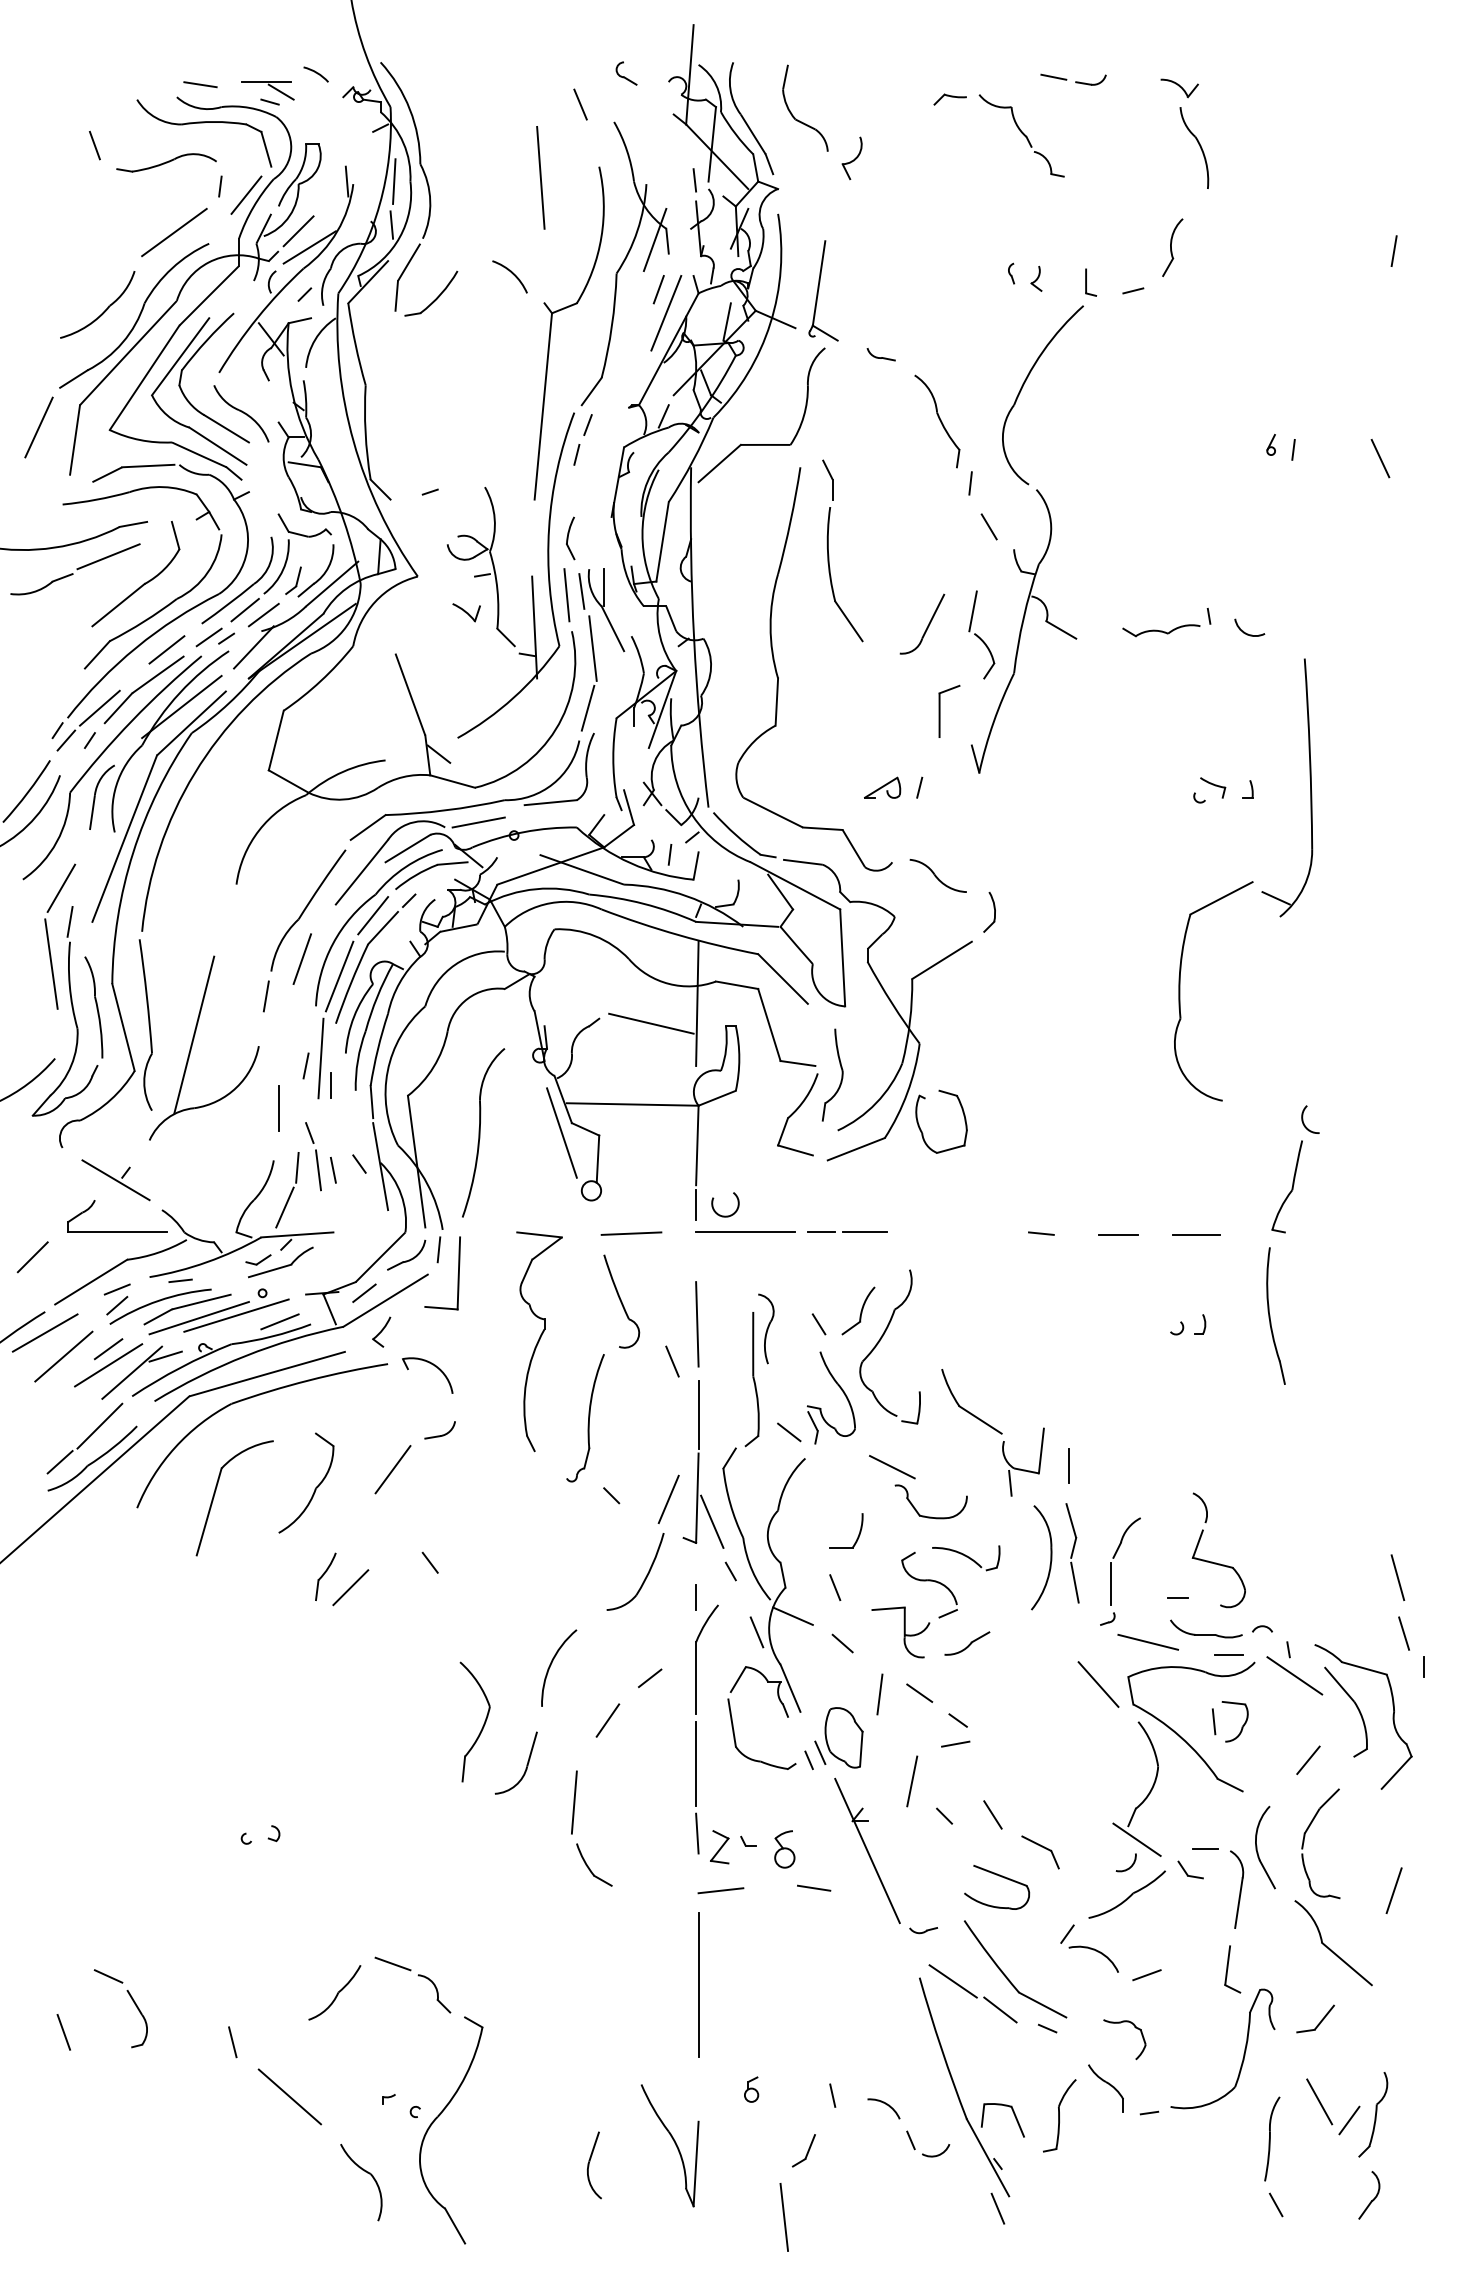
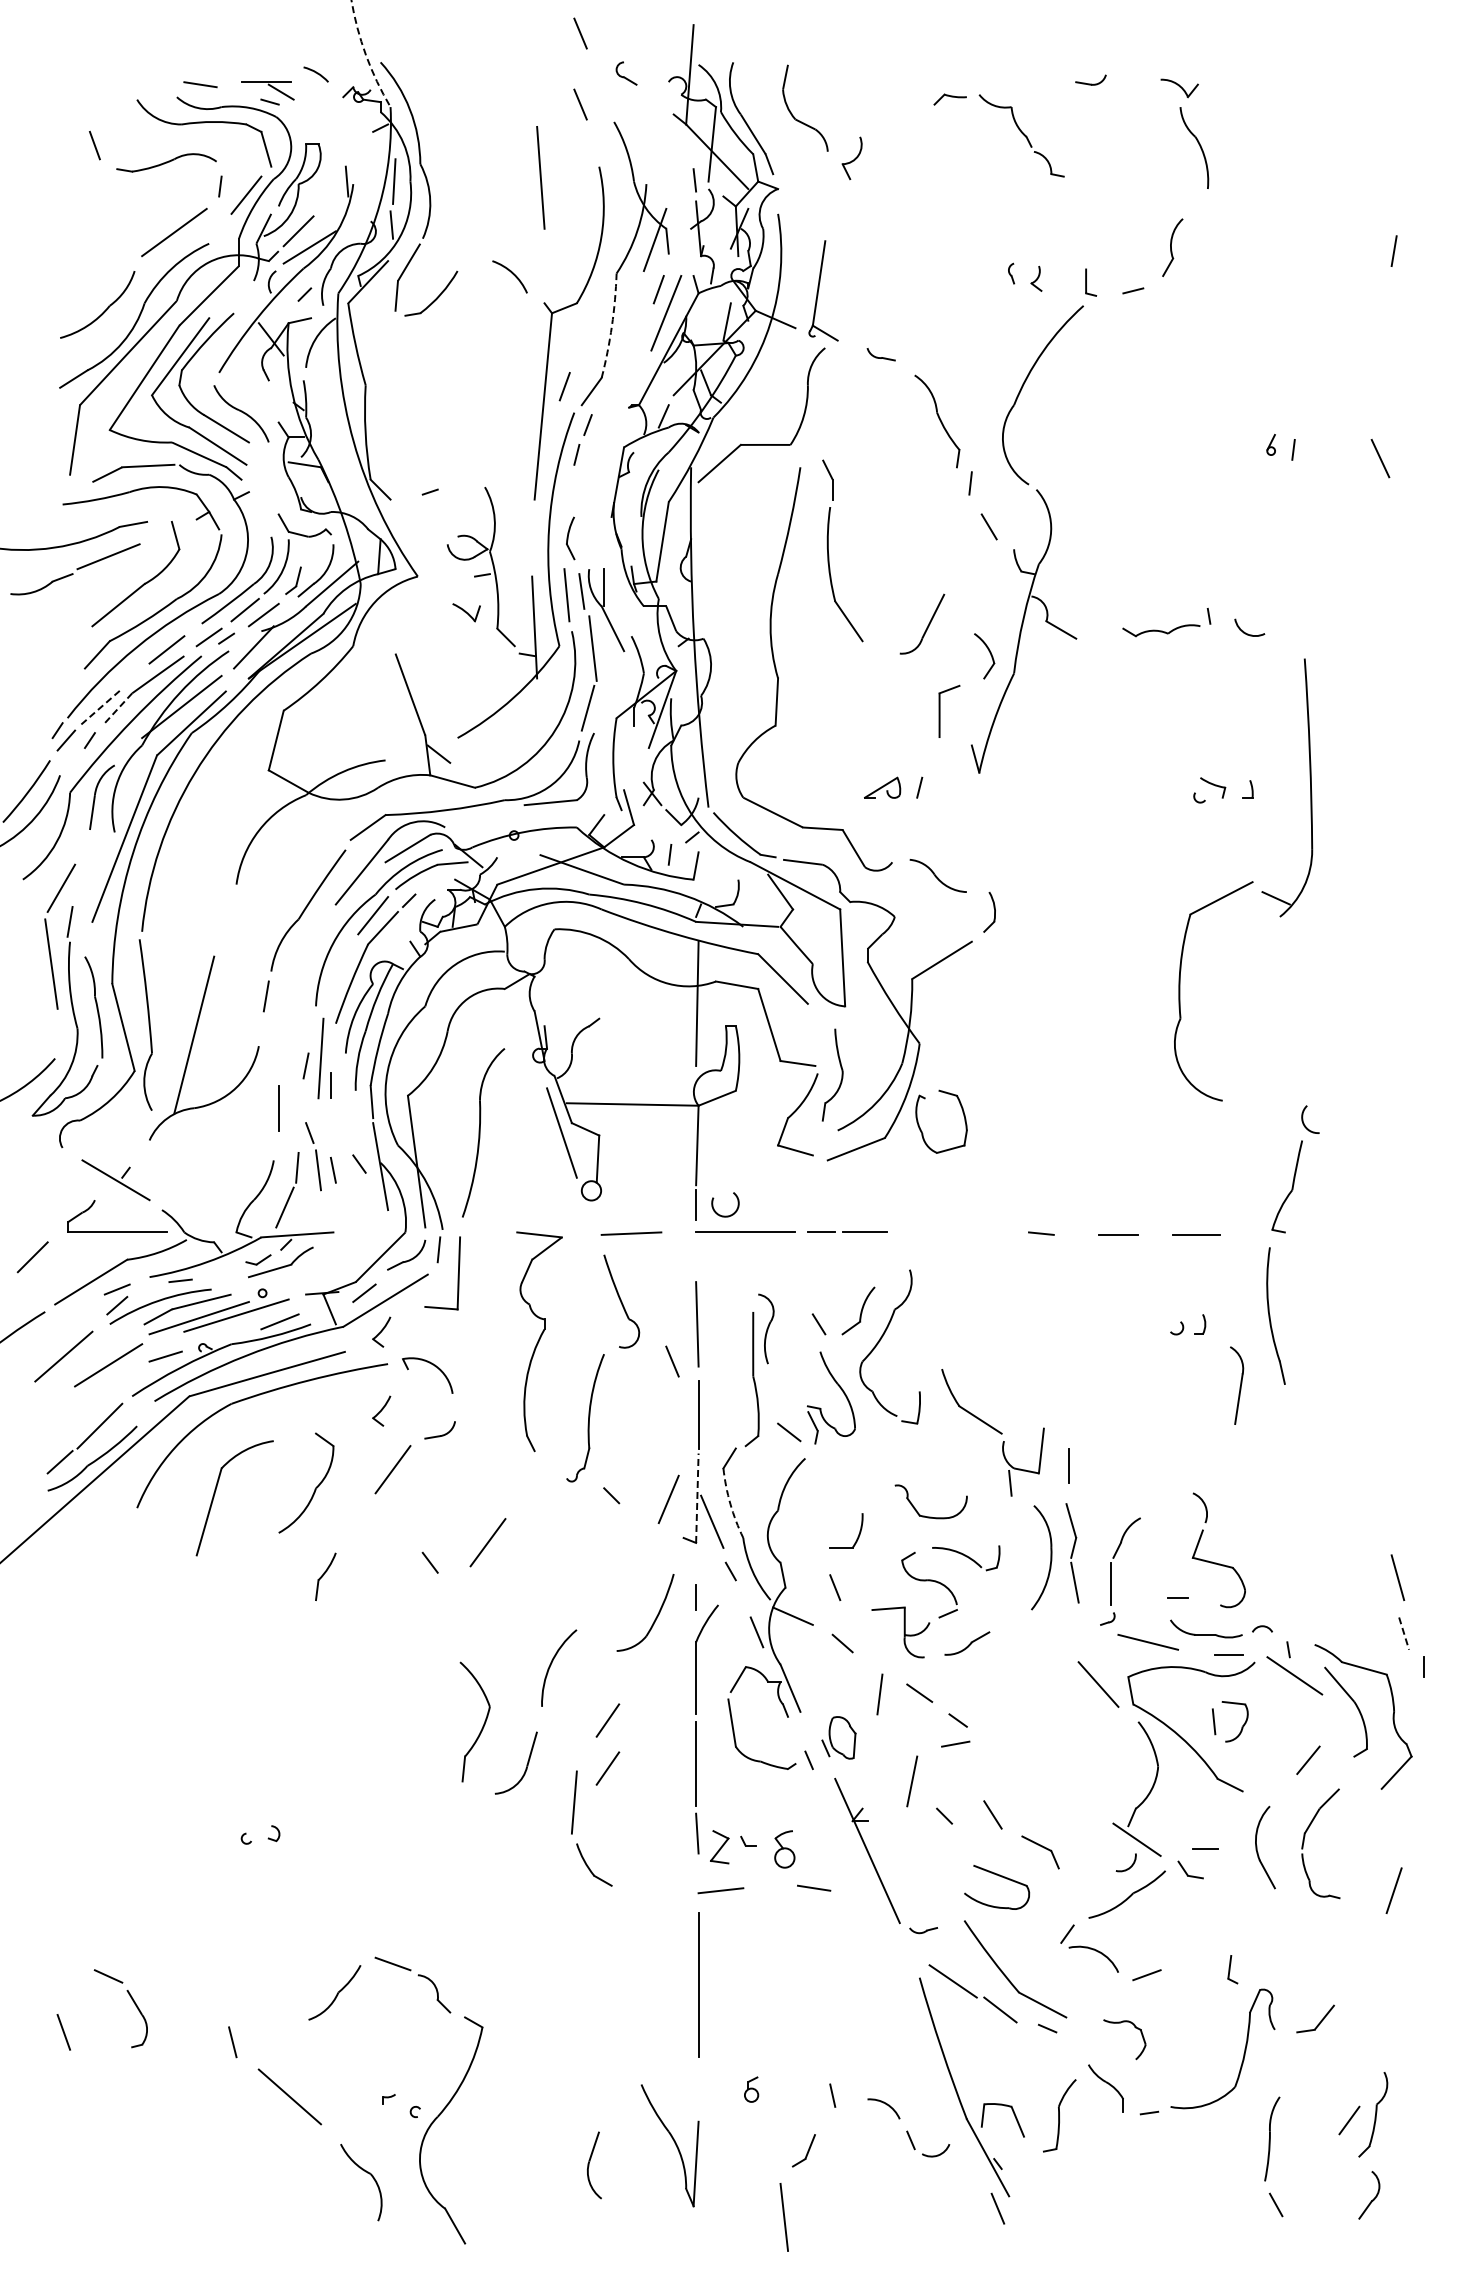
line at (580, 33): none -> present
arc at (365, 55): solid -> dashed
line at (1053, 76): present -> none
arc at (611, 326): solid -> dashed
line at (564, 386): none -> present
line at (38, 427): present -> none
line at (972, 611): present -> none
line at (99, 708): solid -> dashed
line at (118, 708): solid -> dashed
line at (478, 822): present -> none
line at (302, 959): present -> none
line at (339, 976): present -> none
line at (651, 1023): present -> none
line at (44, 1332): present -> none
line at (108, 1349): present -> none
line at (132, 1372): present -> none
part at (381, 1410): none -> present
line at (892, 1467): present -> none
line at (697, 1498): solid -> dashed
arc at (730, 1504): solid -> dashed
line at (487, 1542): none -> present
part at (645, 1576) position: (645, 1576) -> (655, 1617)
line at (350, 1587): present -> none
line at (1404, 1633): solid -> dashed
line at (649, 1678): present -> none
part at (838, 1737) size: 50x62 px -> 36x44 px
line at (607, 1768): none -> present
part at (1237, 1889) position: (1237, 1889) -> (1237, 1385)
part at (1333, 1943): present -> none
part at (1232, 1969) size: 18x49 px -> 12x30 px
line at (1319, 2101): present -> none
